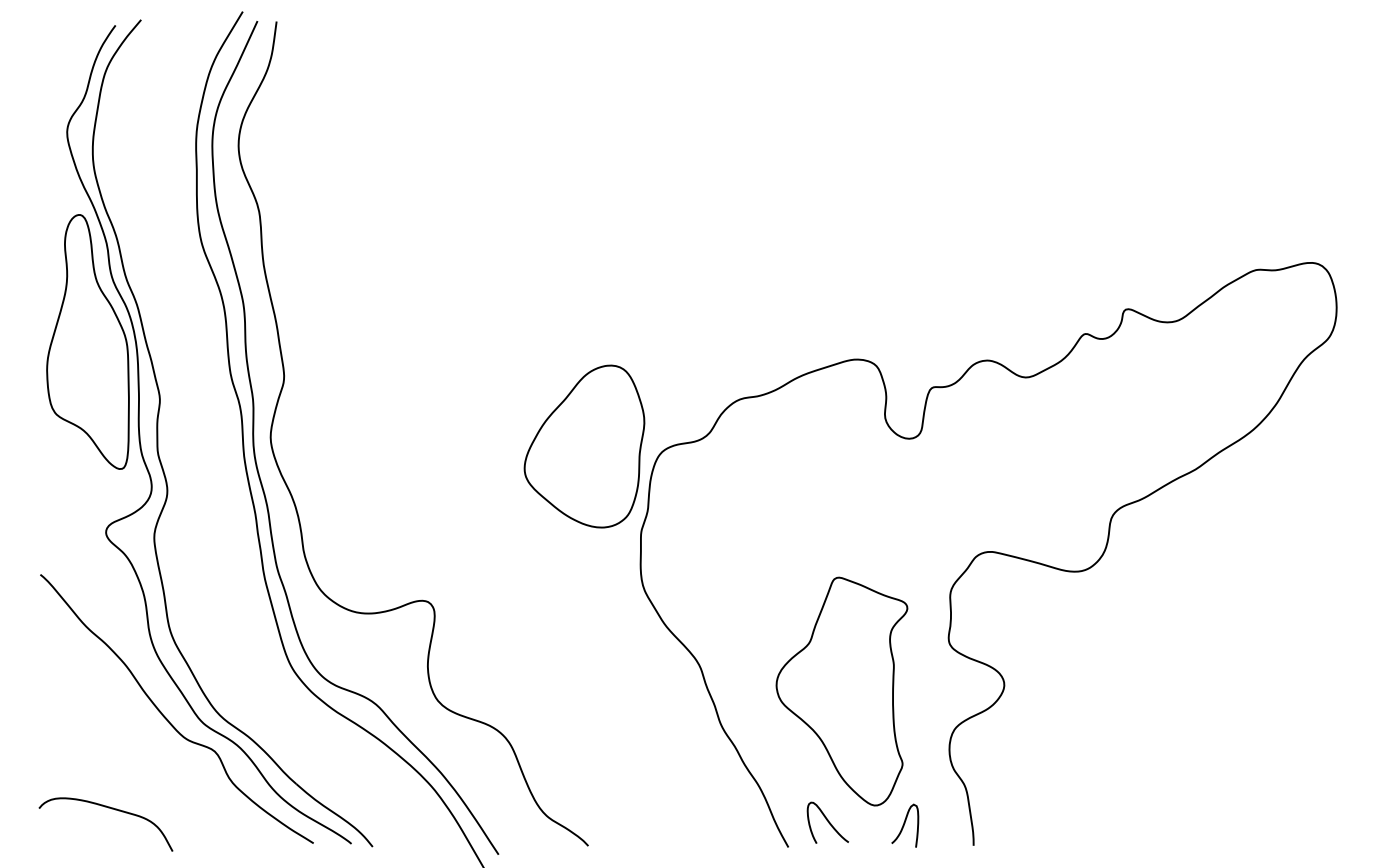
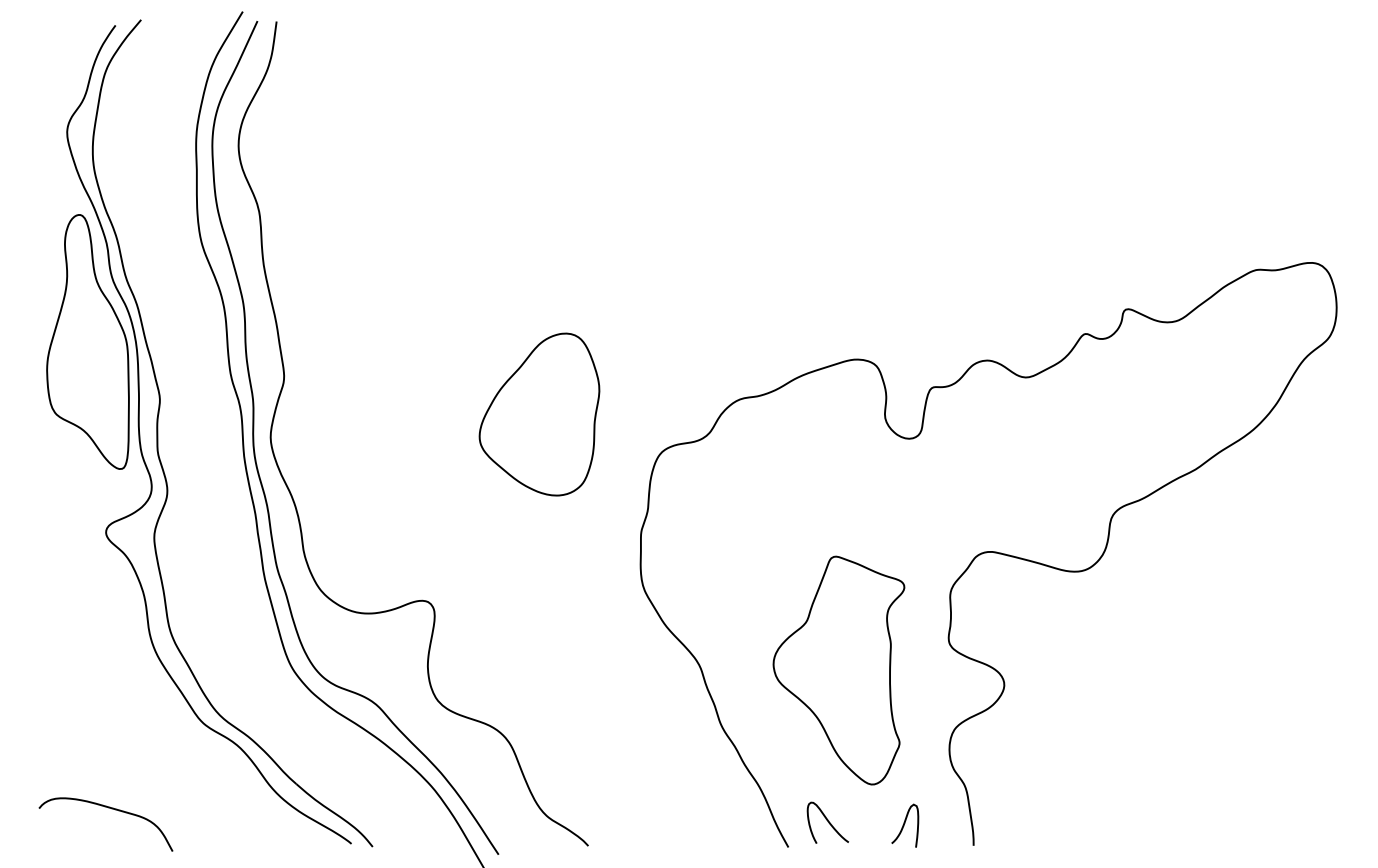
part at (584, 446) position: (584, 446) -> (539, 414)
part at (841, 691) position: (841, 691) -> (838, 670)
curve at (166, 717): present -> none
